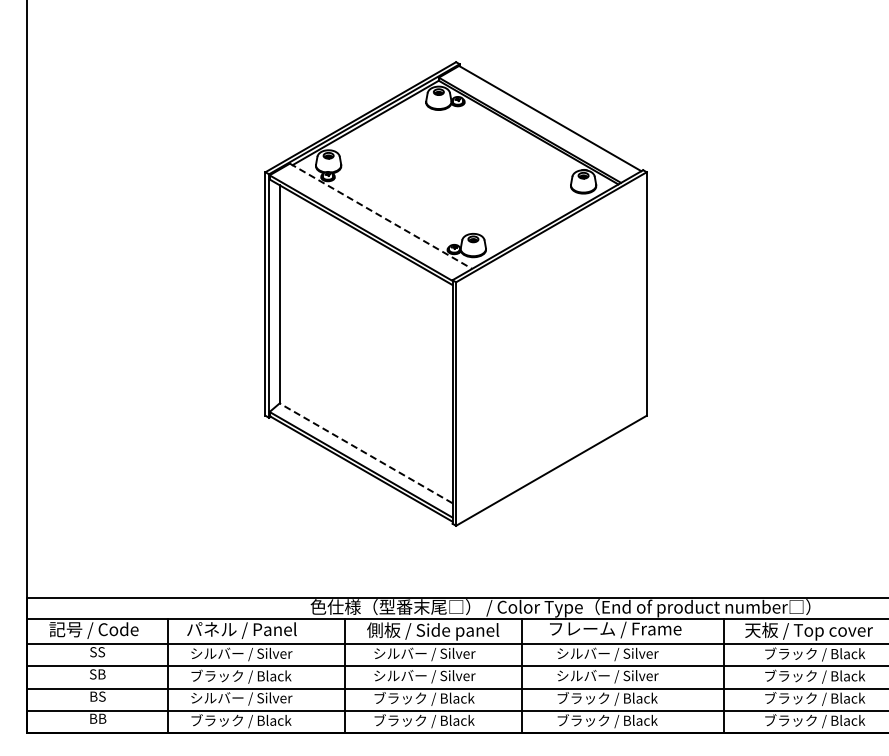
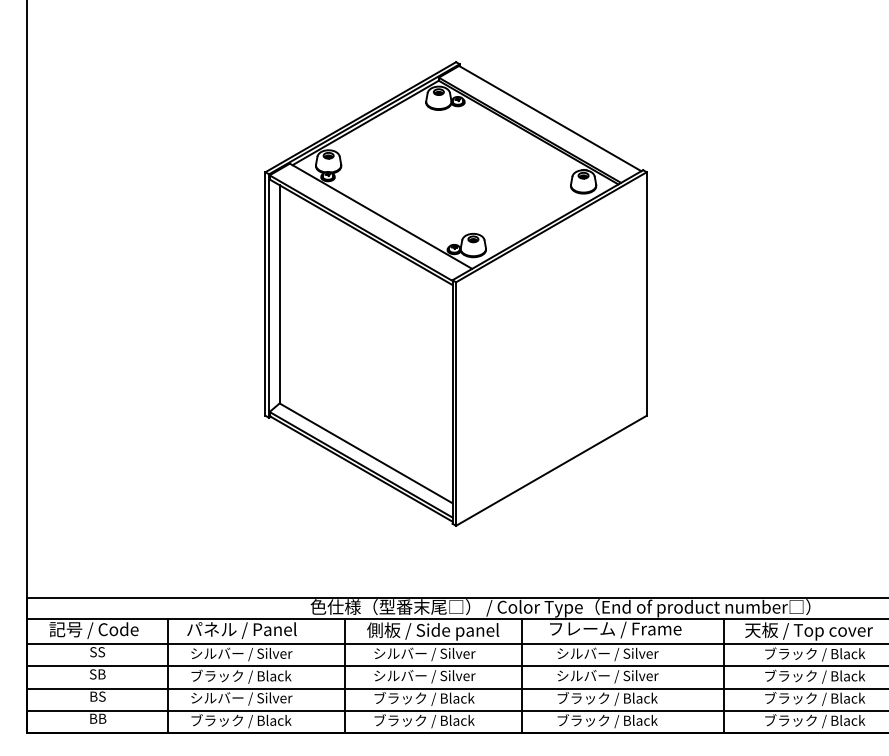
line at (381, 216): dashed -> solid
line at (366, 453): dashed -> solid
